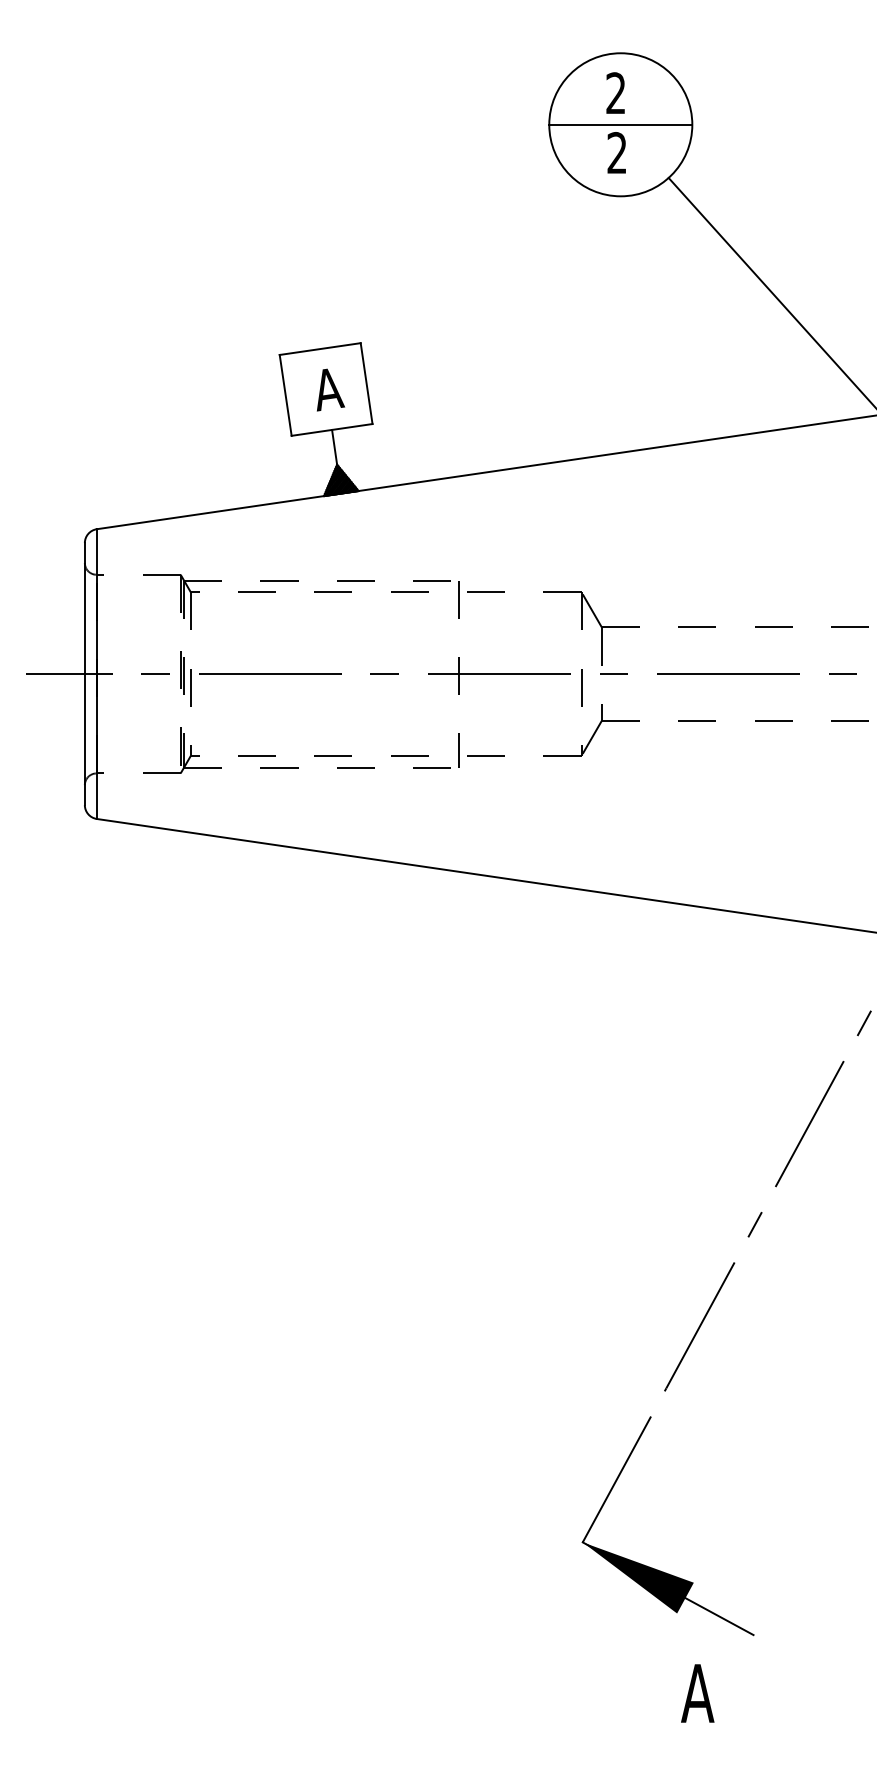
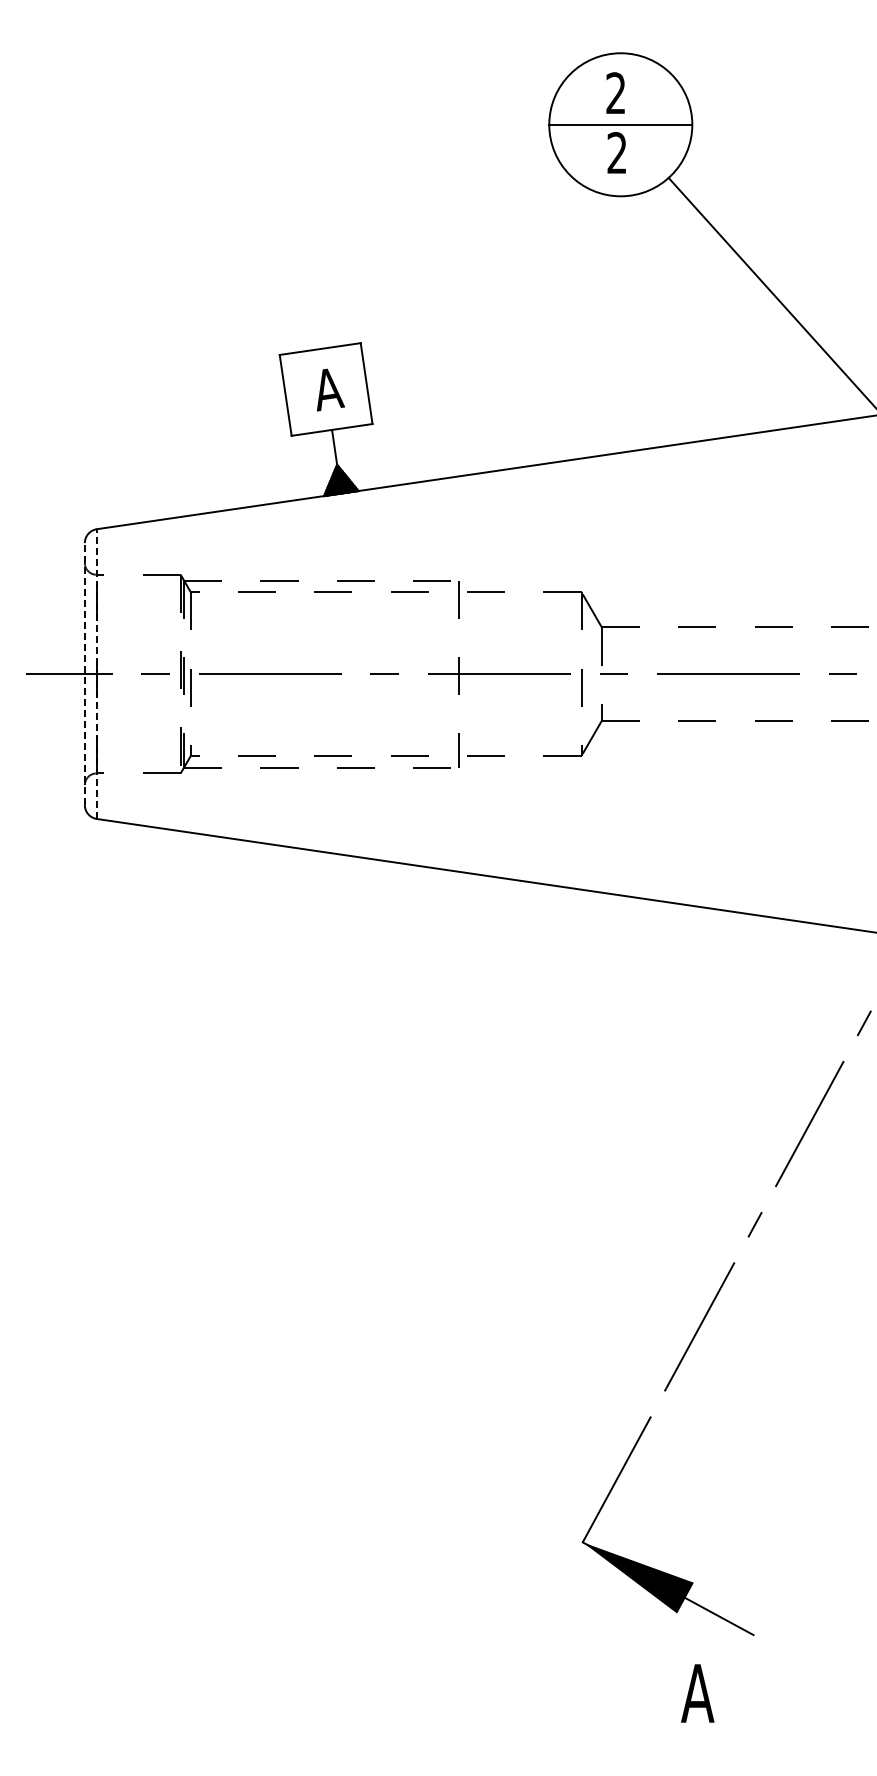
line at (84, 673): solid -> dashed
line at (96, 674): solid -> dashed
